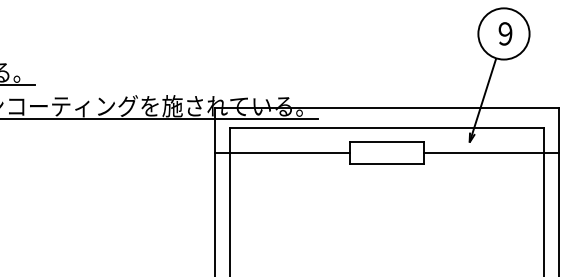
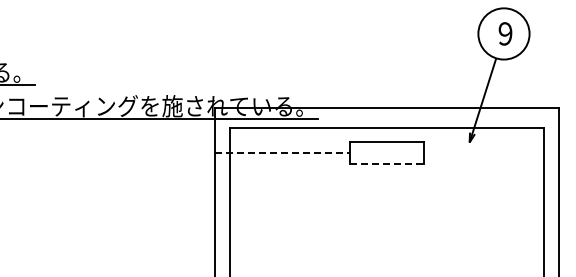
line at (282, 153): solid -> dashed
line at (491, 153): present -> none
line at (387, 164): solid -> dashed
